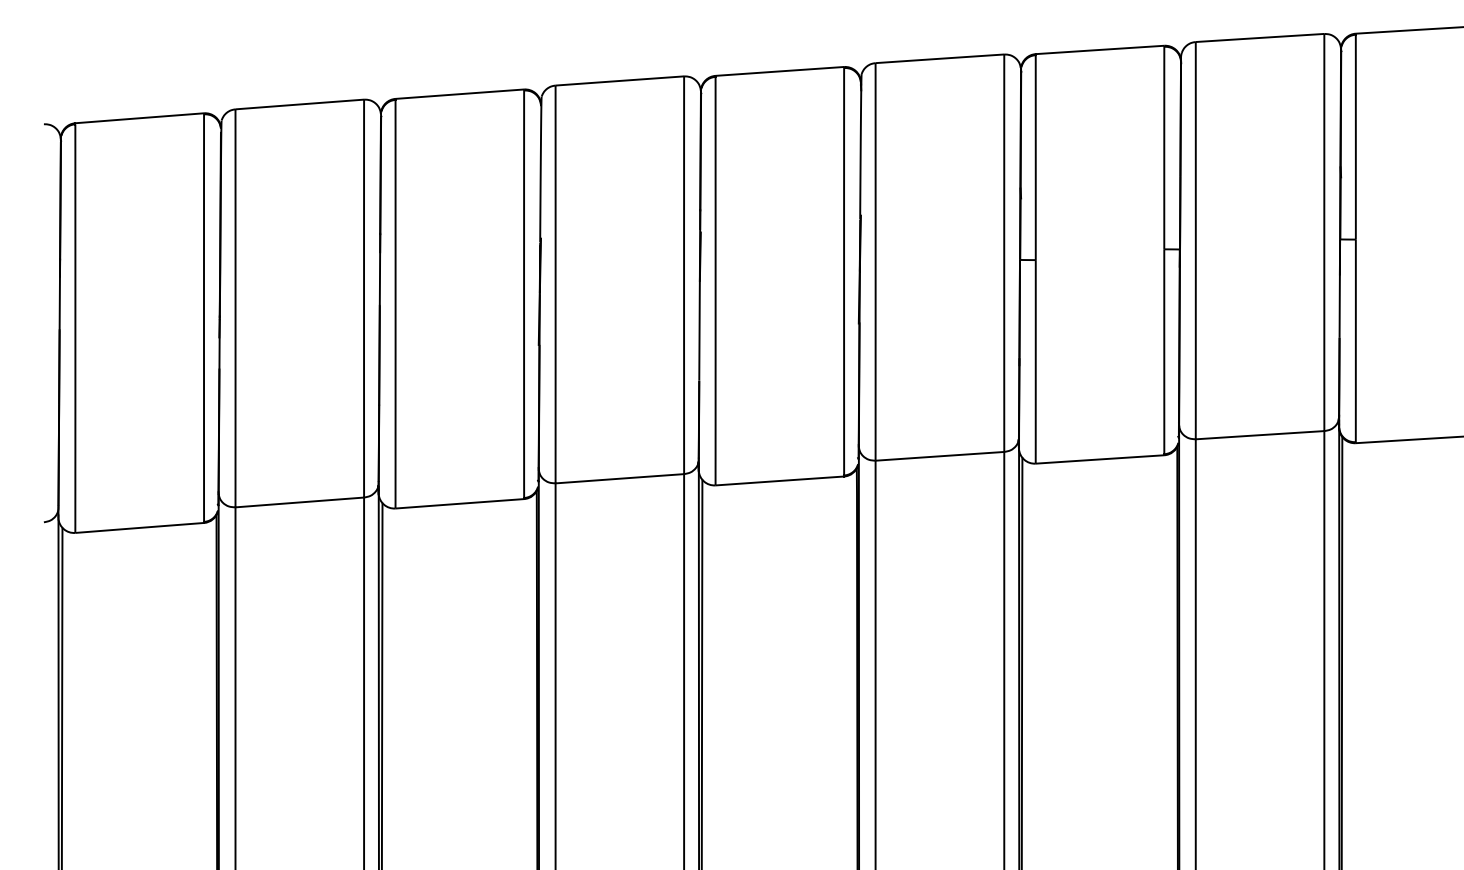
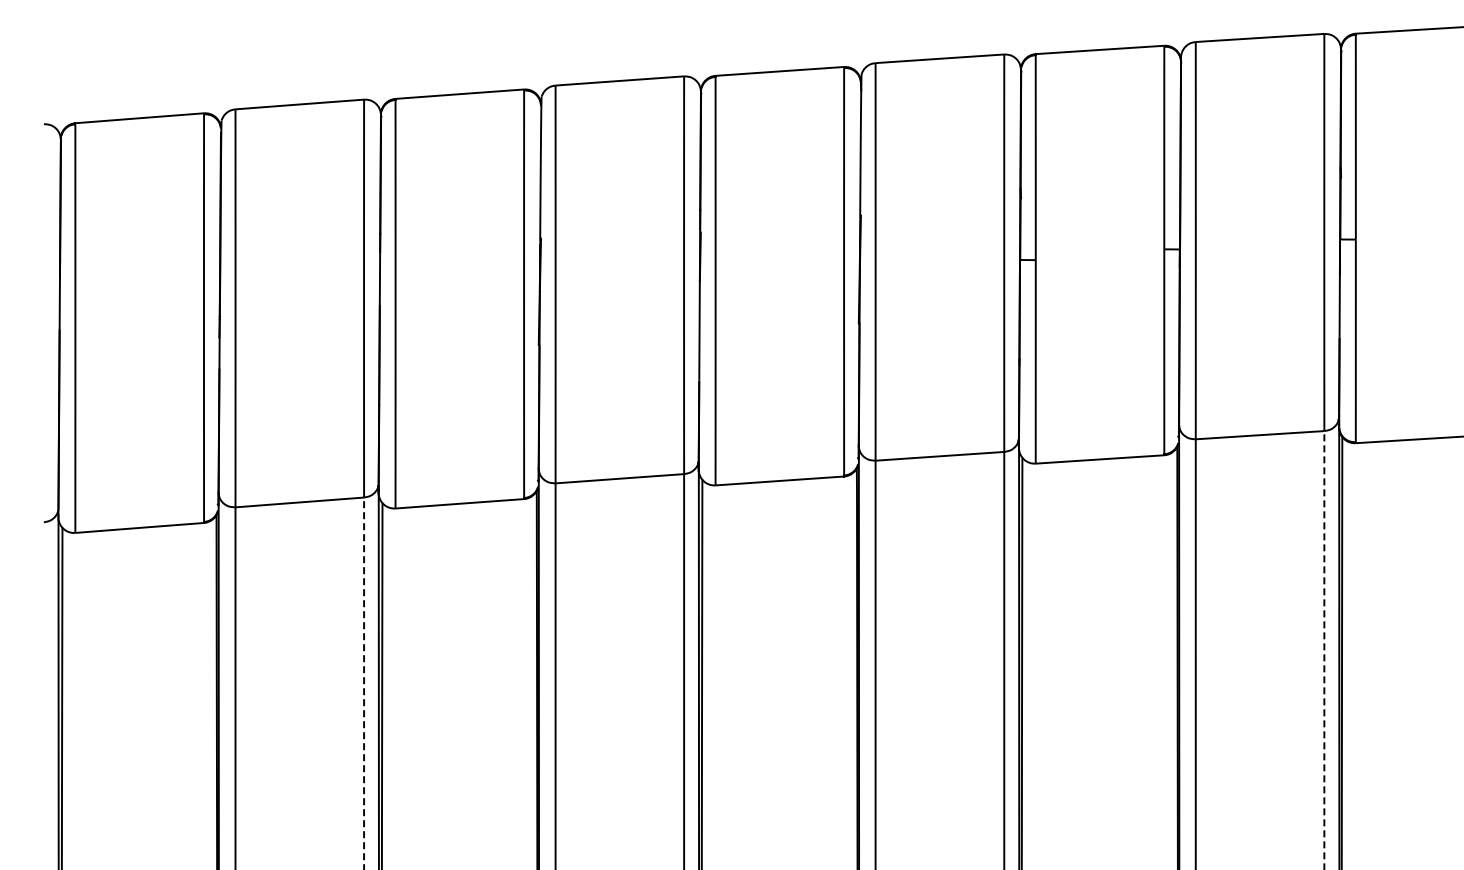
line at (1324, 650): solid -> dashed
line at (364, 683): solid -> dashed
